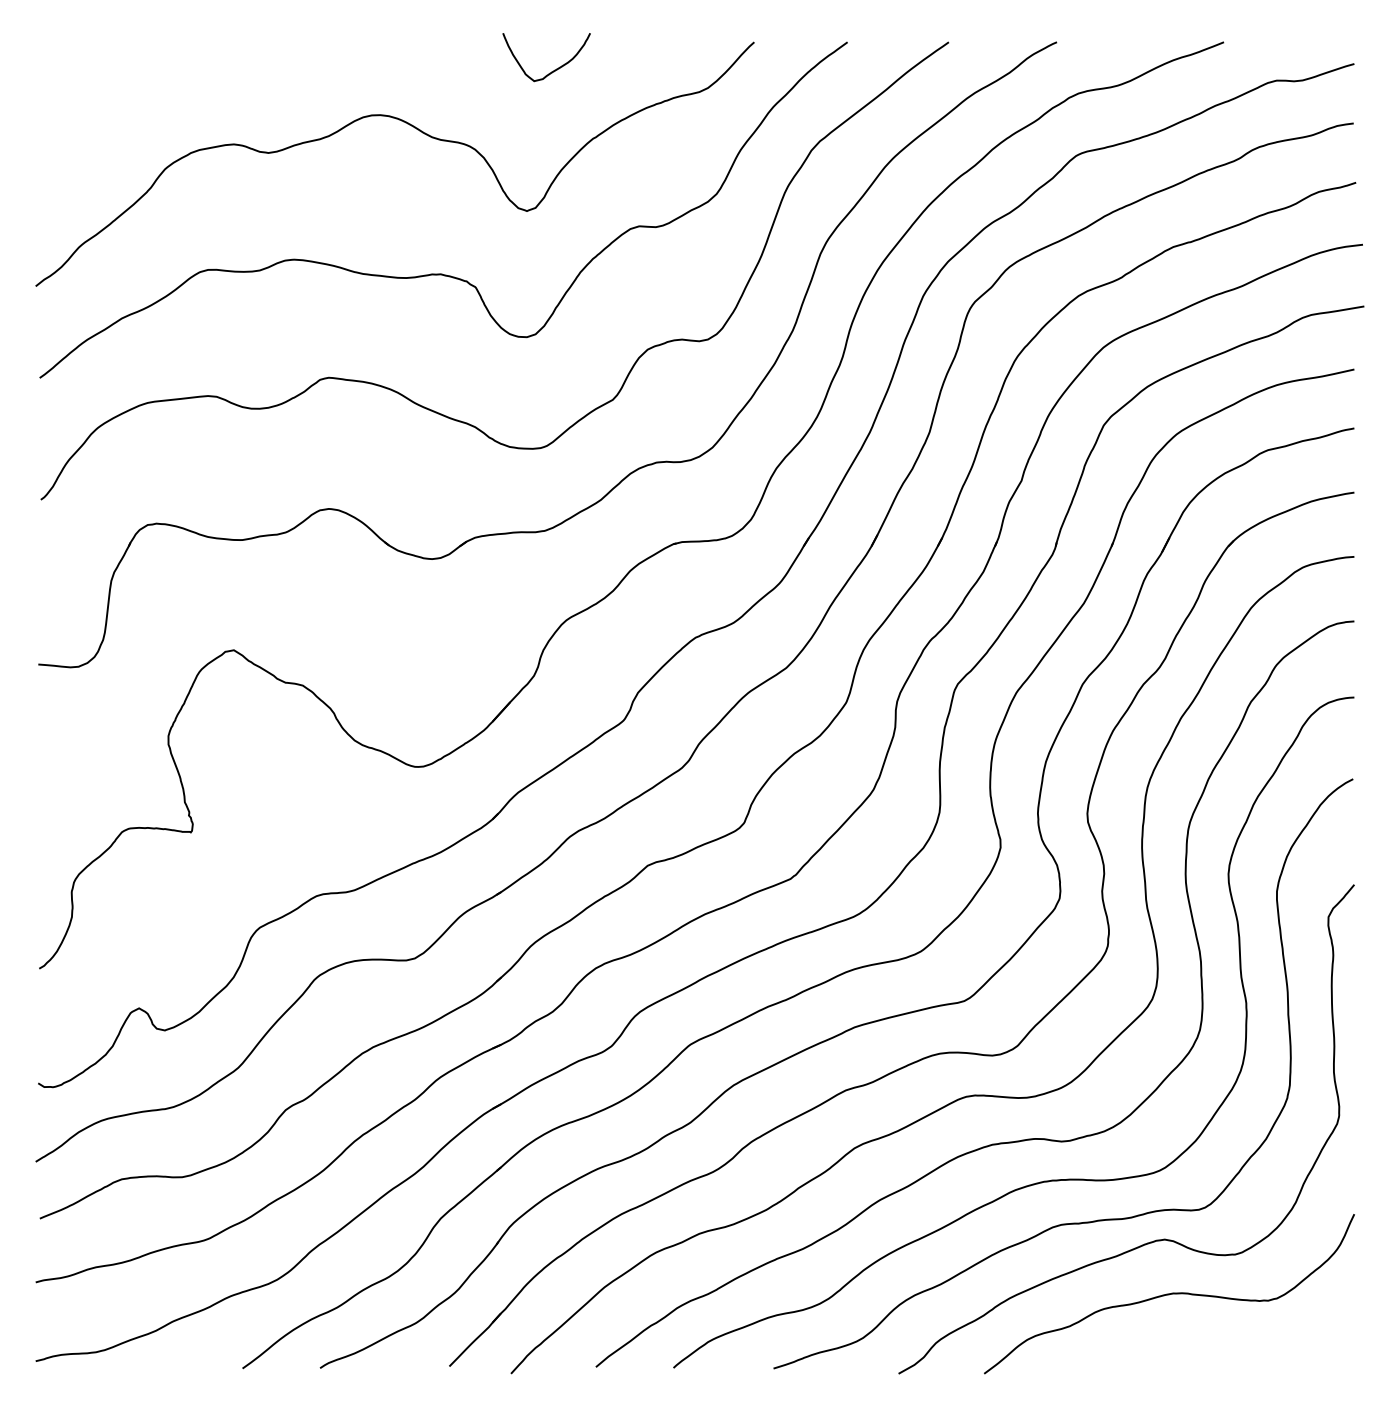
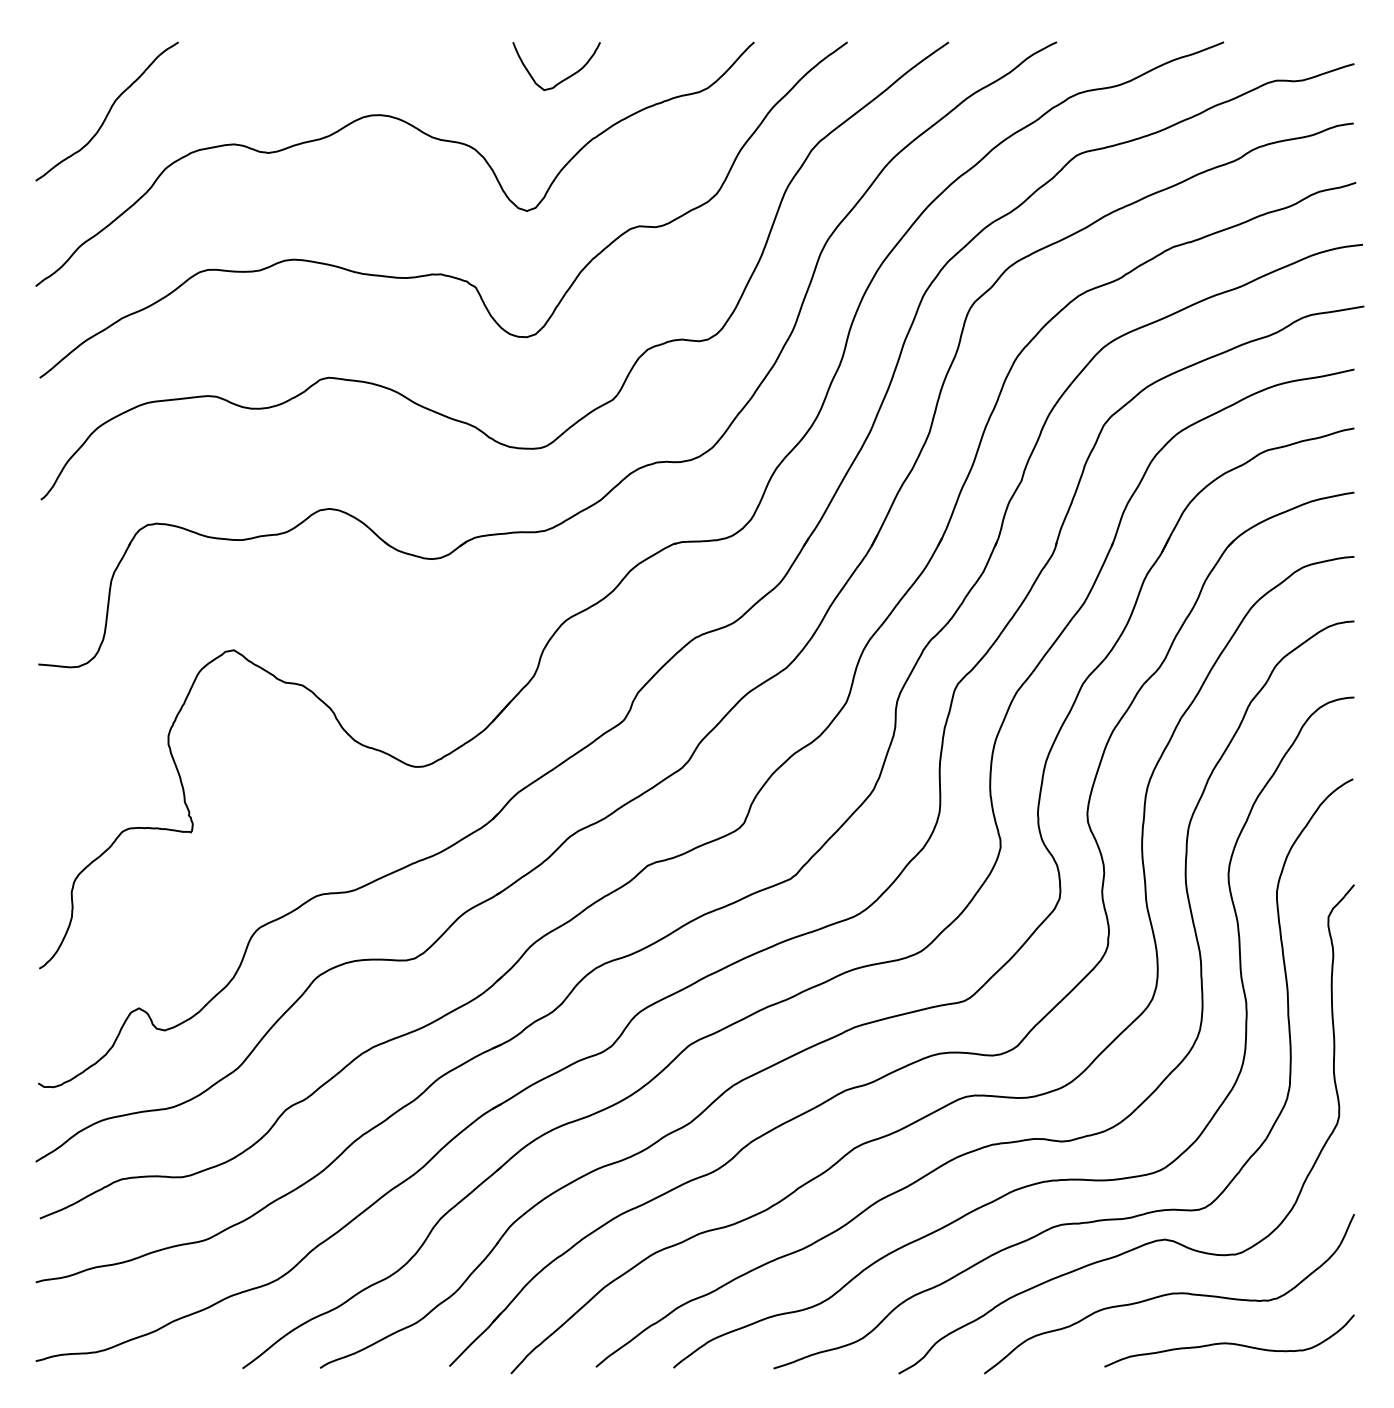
curve at (554, 69) position: (554, 69) -> (564, 78)
curve at (107, 112): none -> present
curve at (1229, 1342): none -> present
